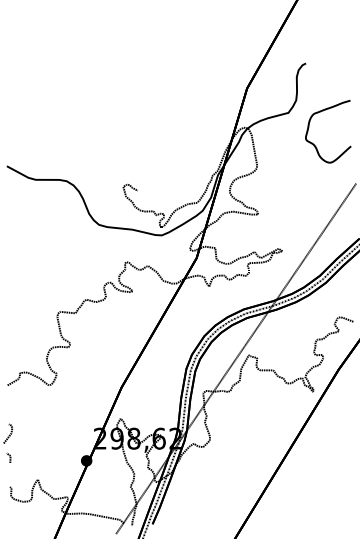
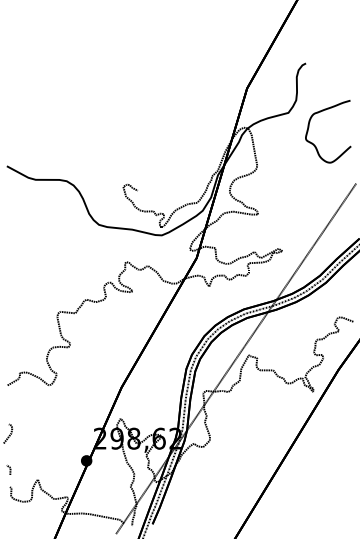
line at (9, 457) position: (9, 457) -> (9, 469)
